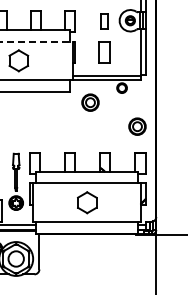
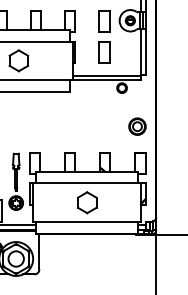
part at (104, 21) size: 9x17 px -> 13x23 px
line at (38, 41): dashed -> solid
part at (90, 102): present -> none
